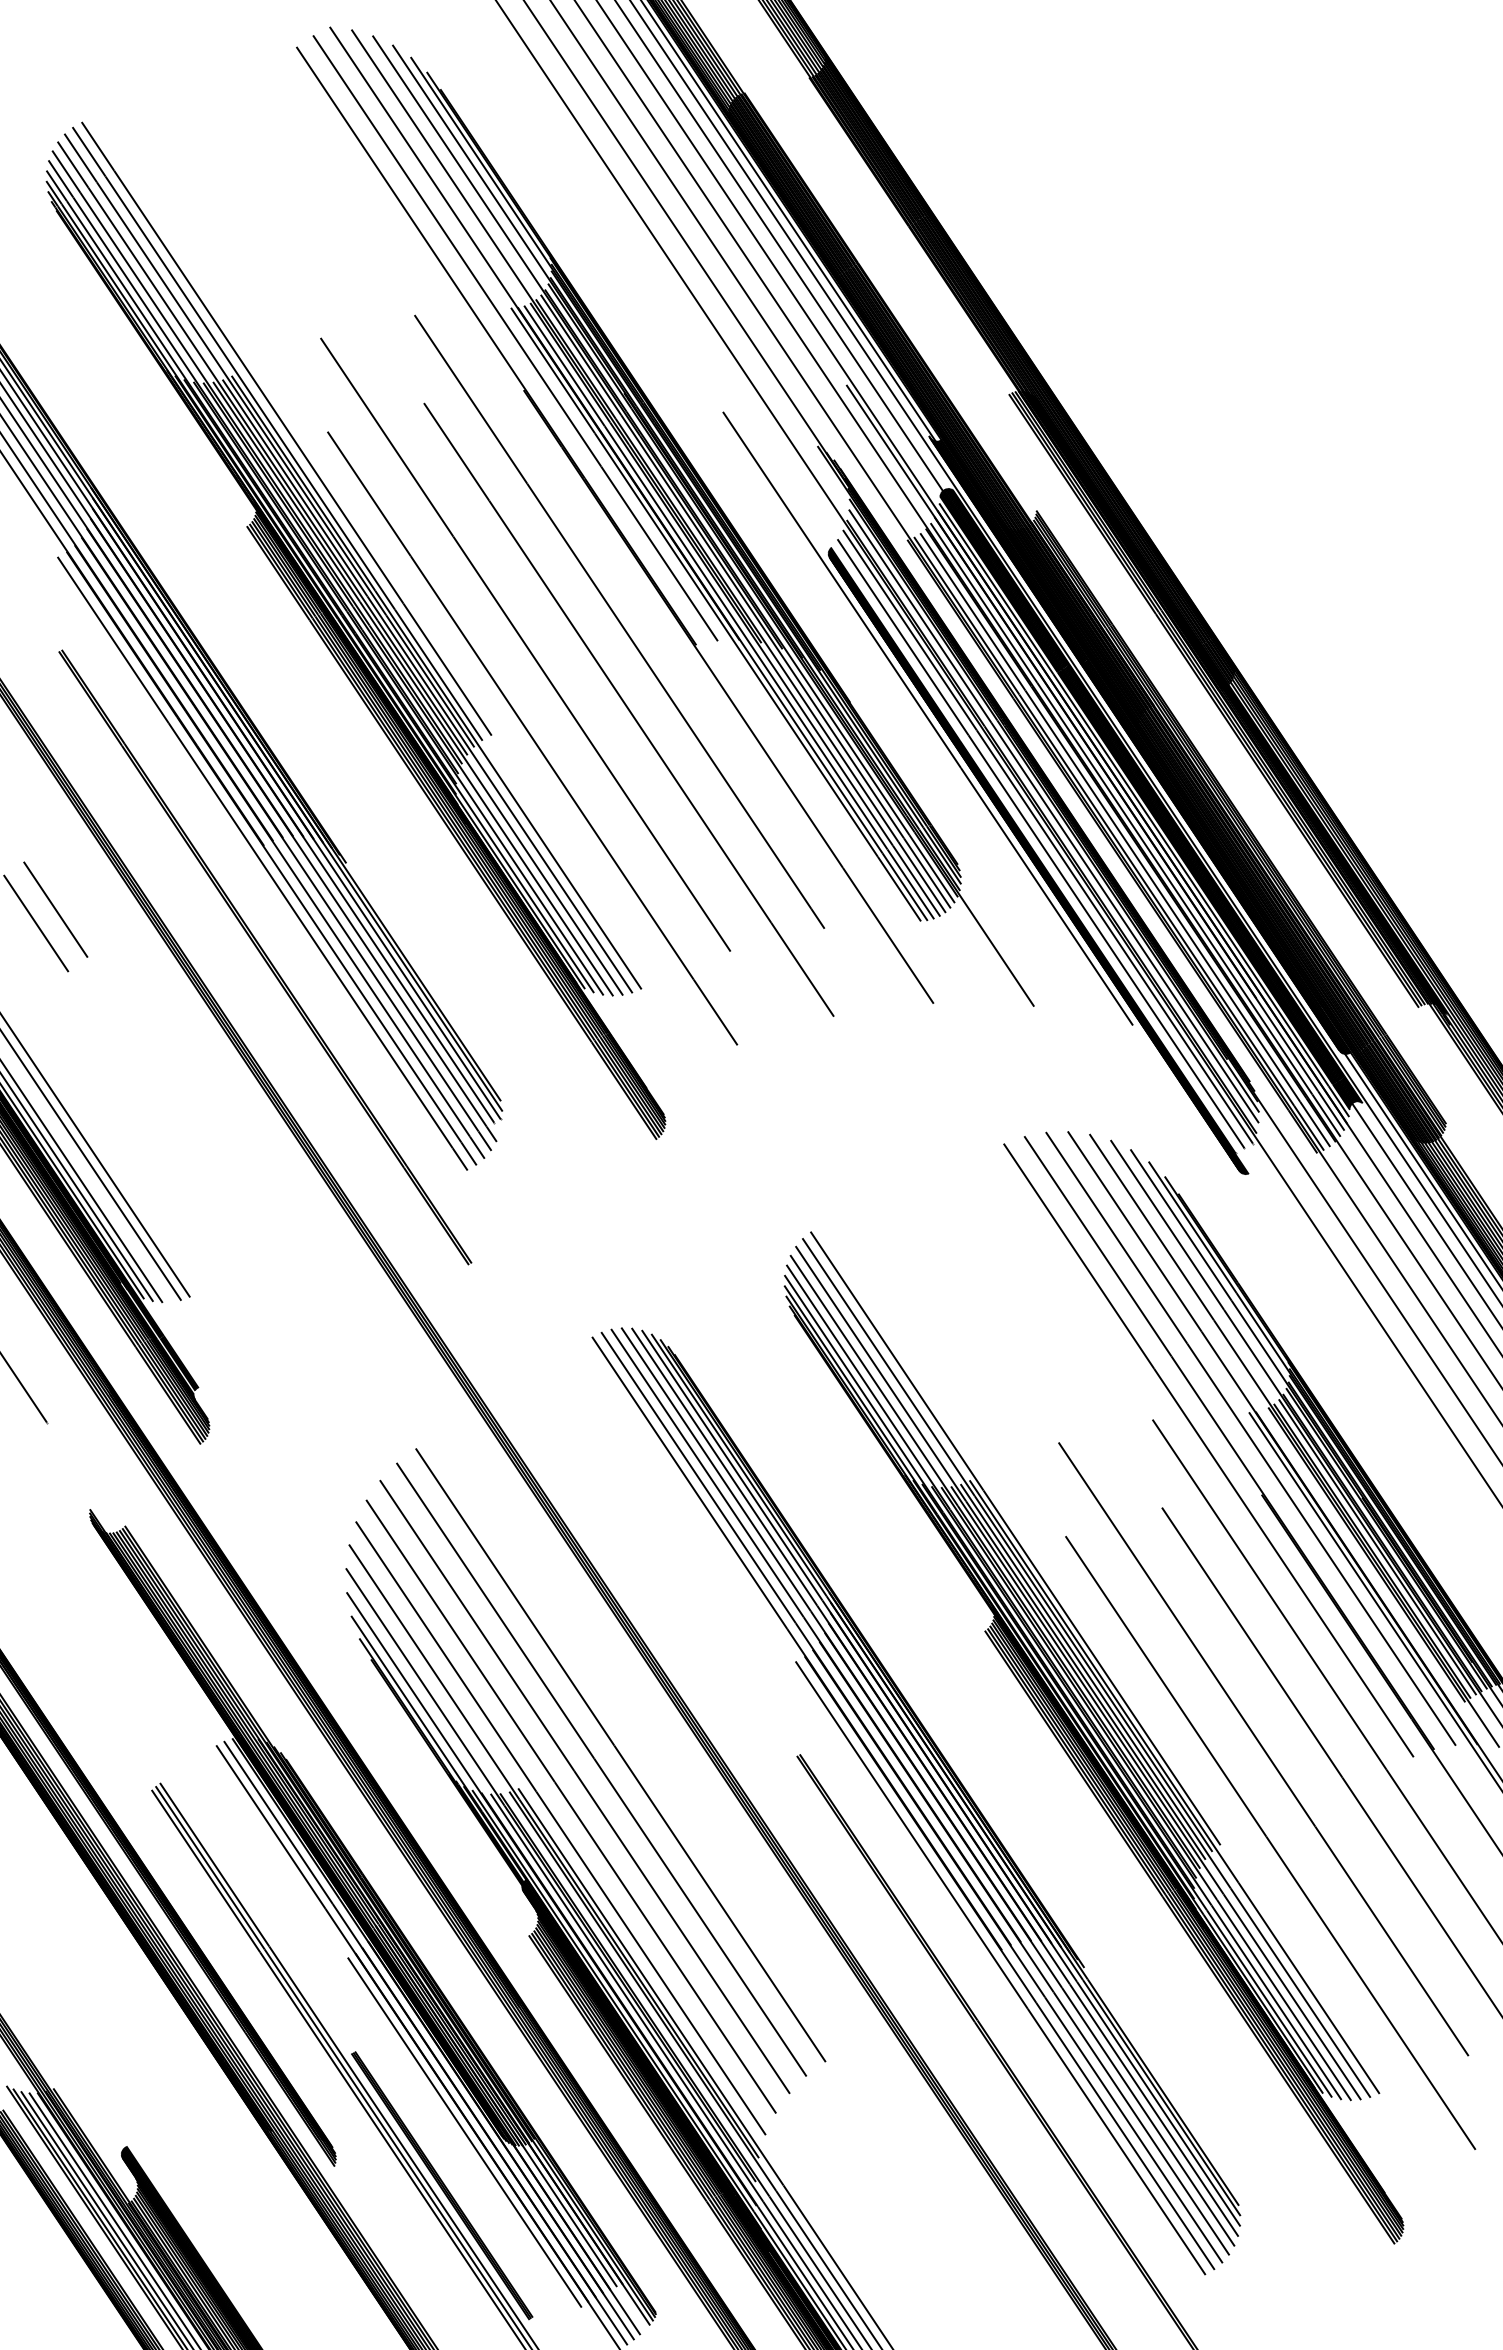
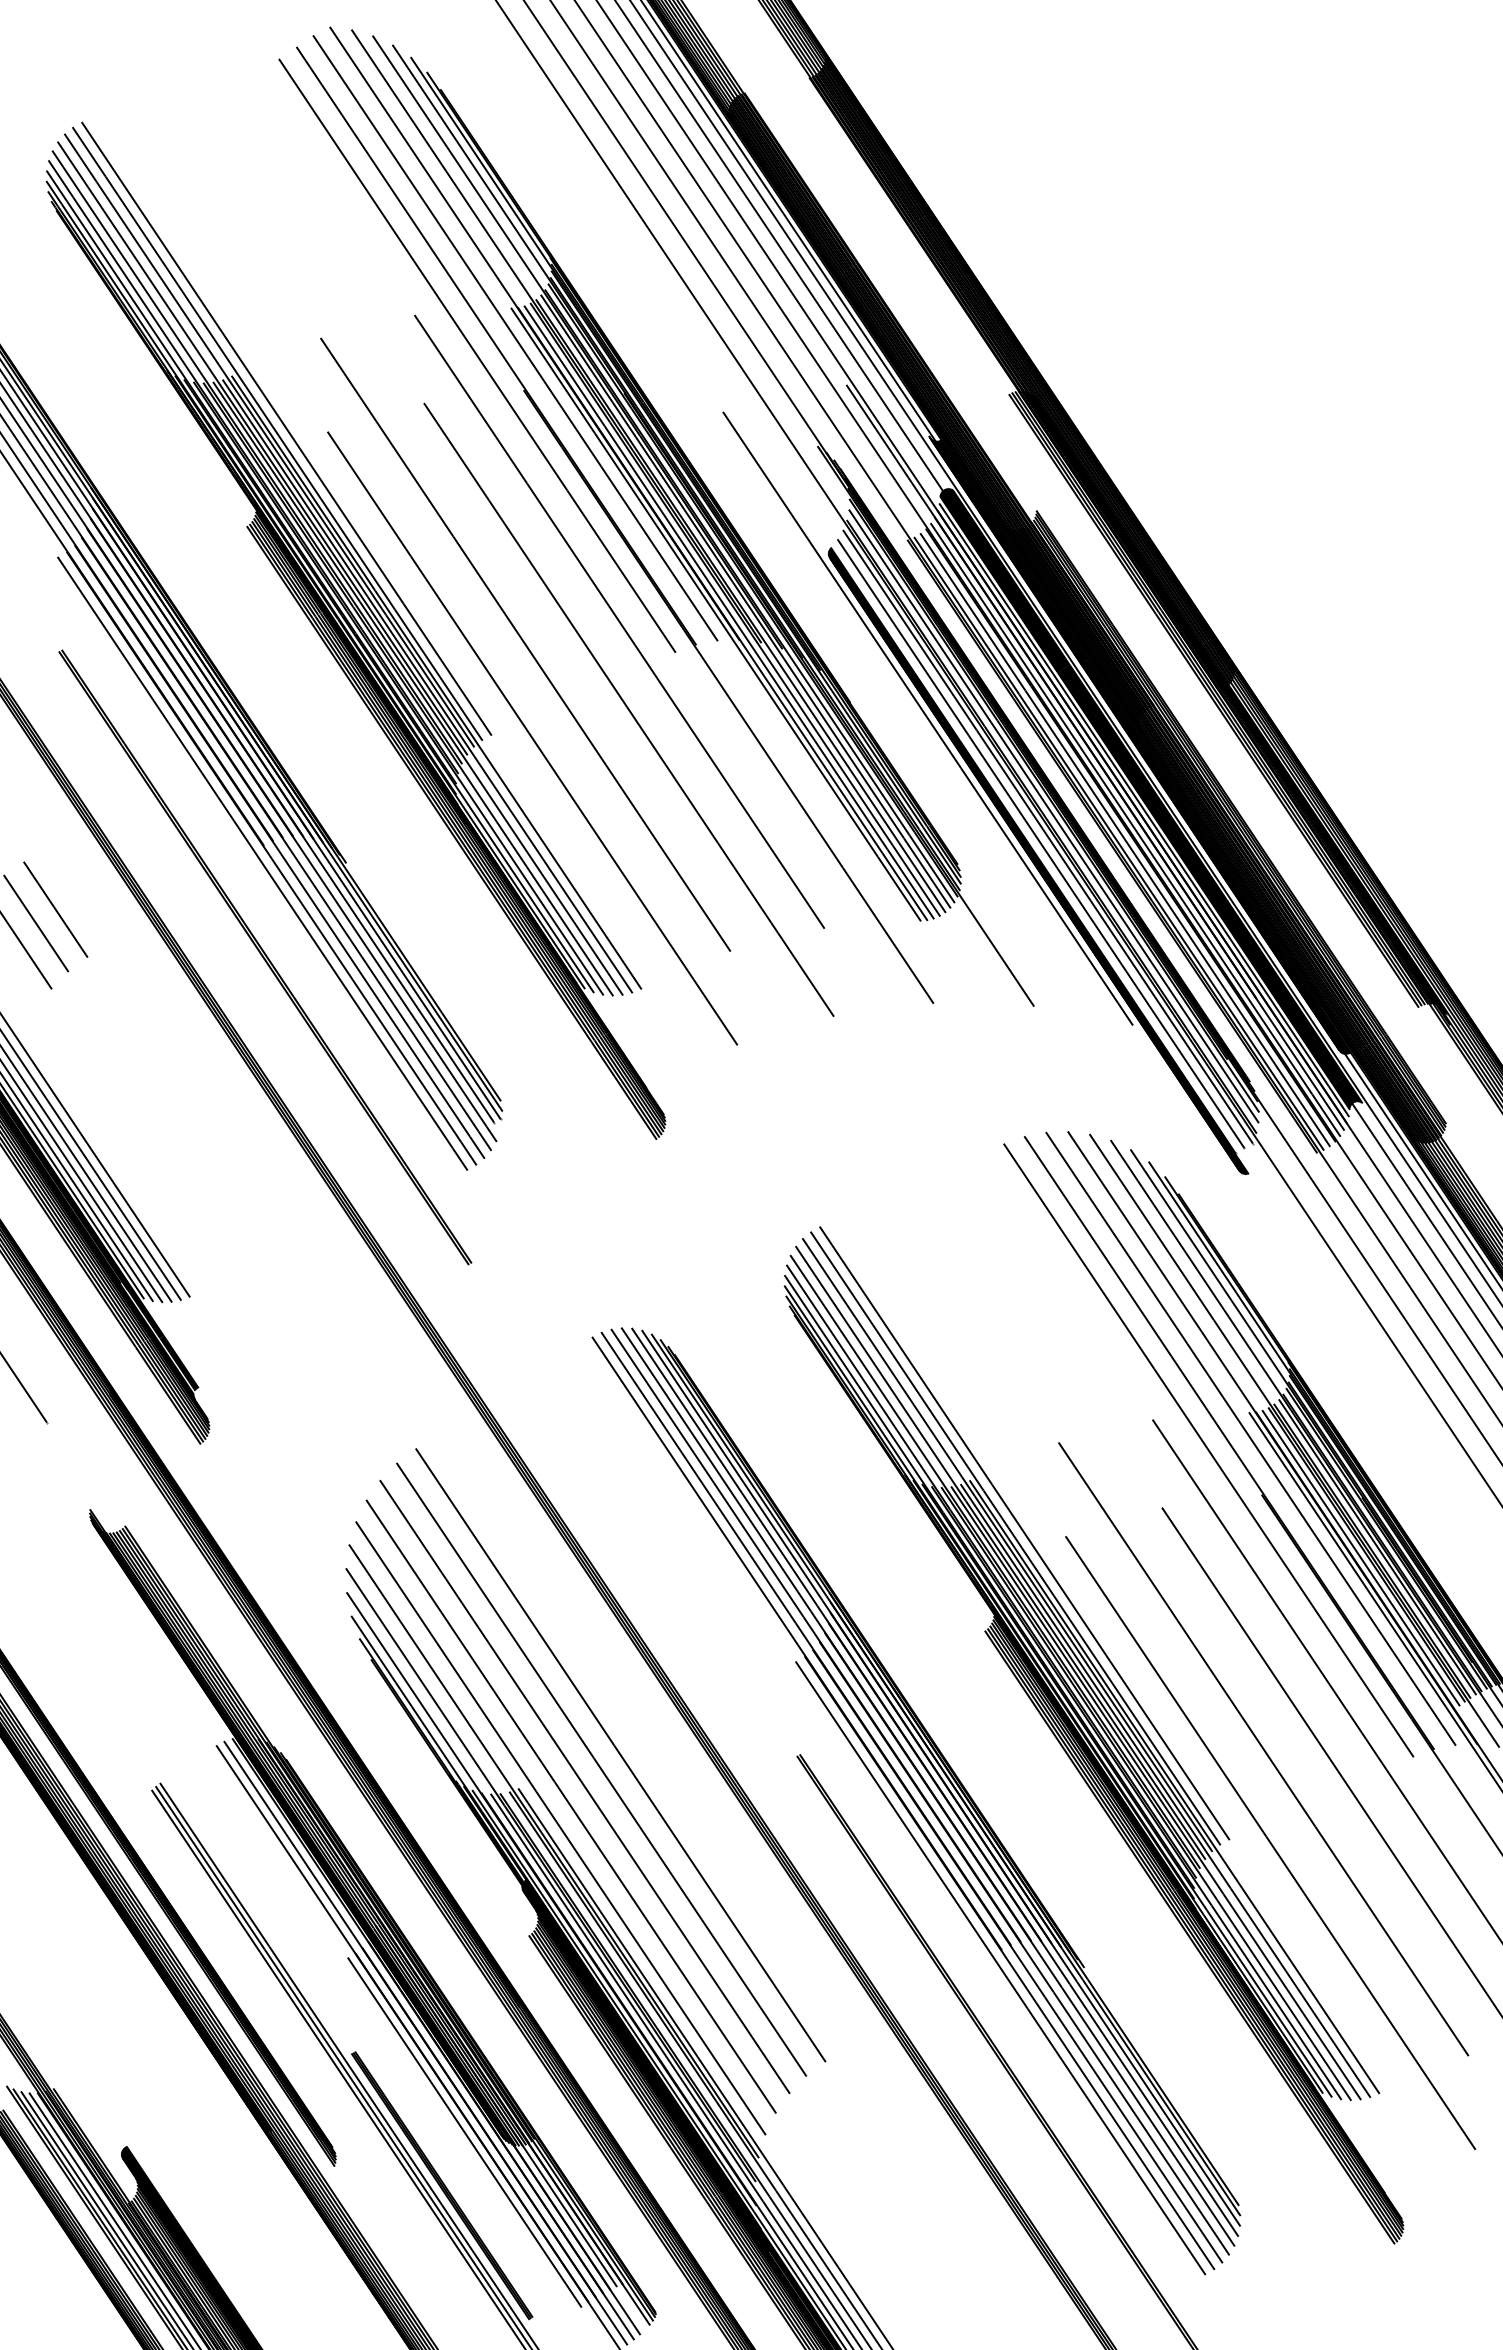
line at (477, 355): none -> present
line at (26, 952): none -> present
line at (87, 1175): none -> present
line at (1024, 1533): none -> present
line at (1361, 1558): none -> present
